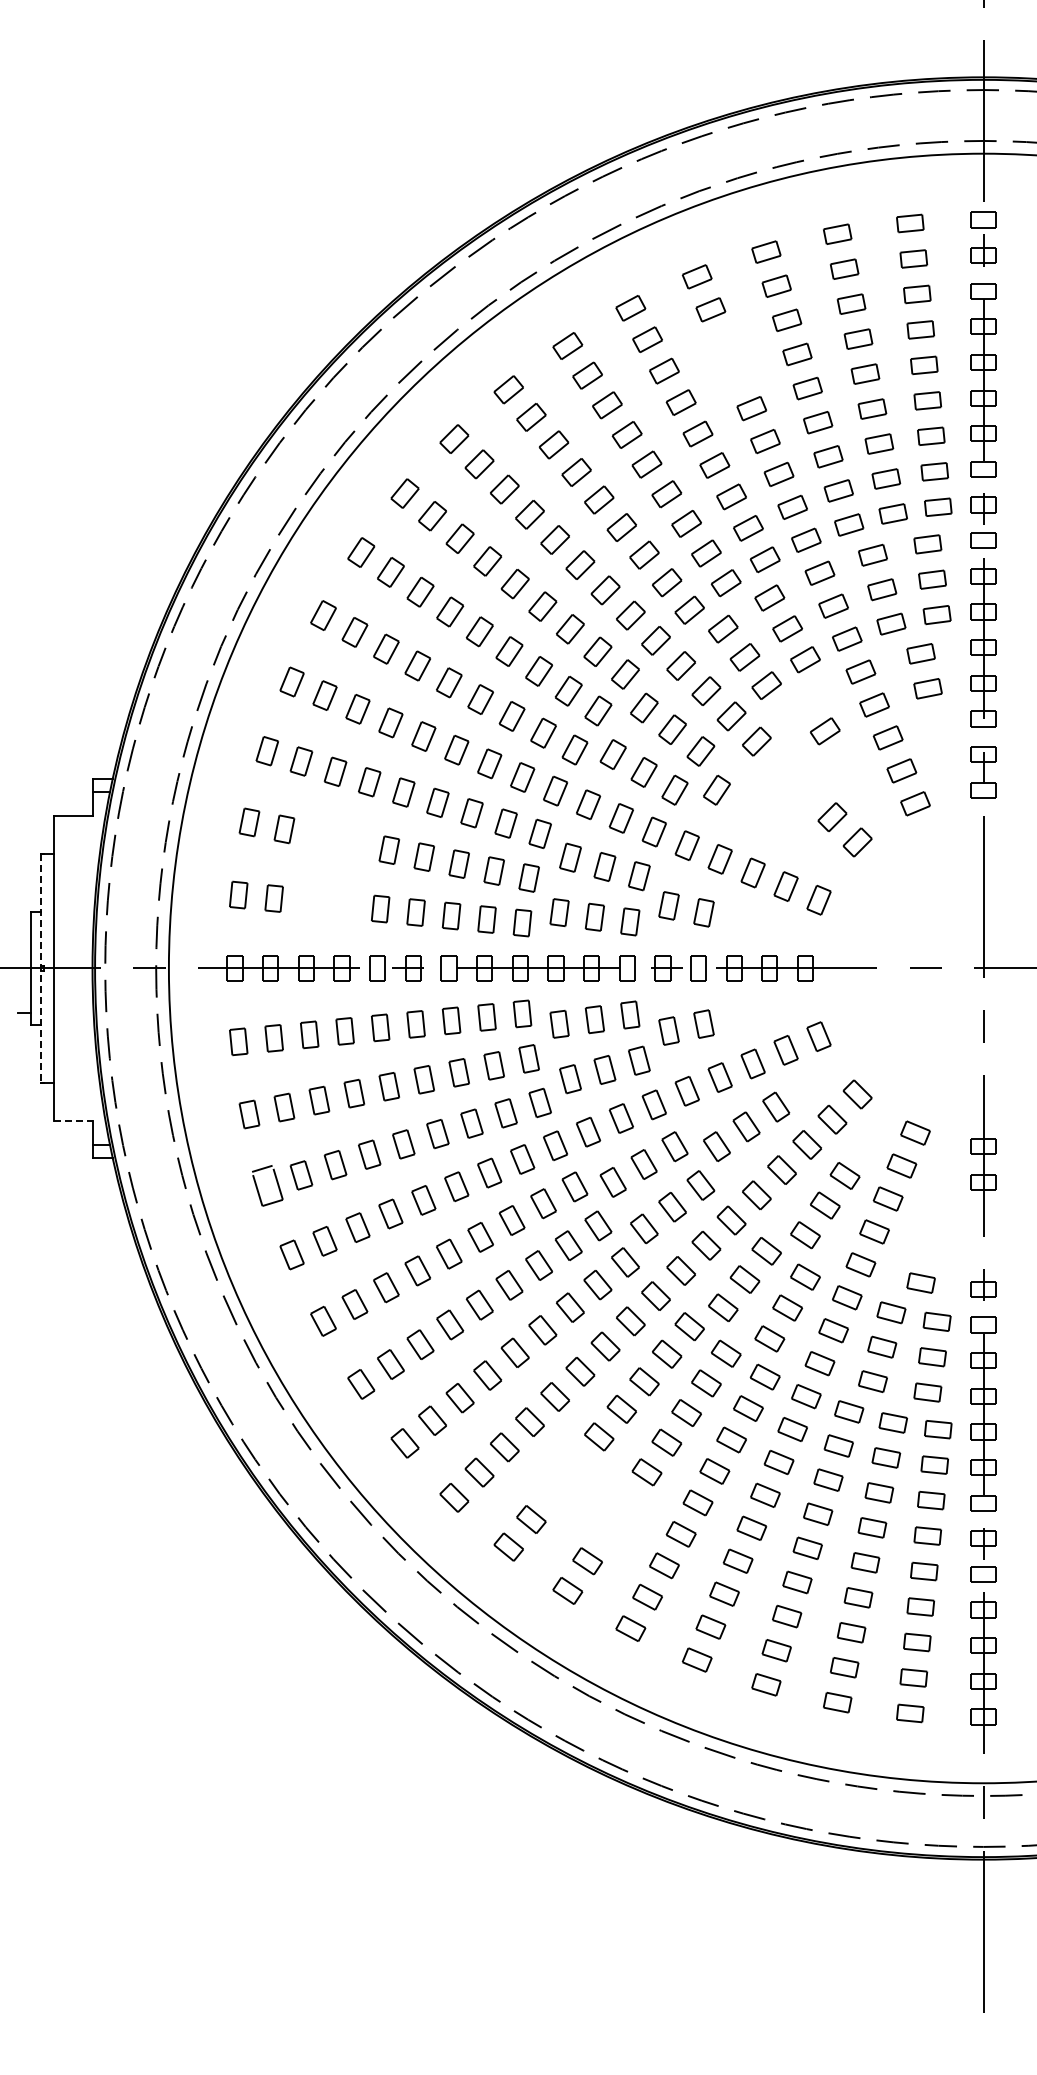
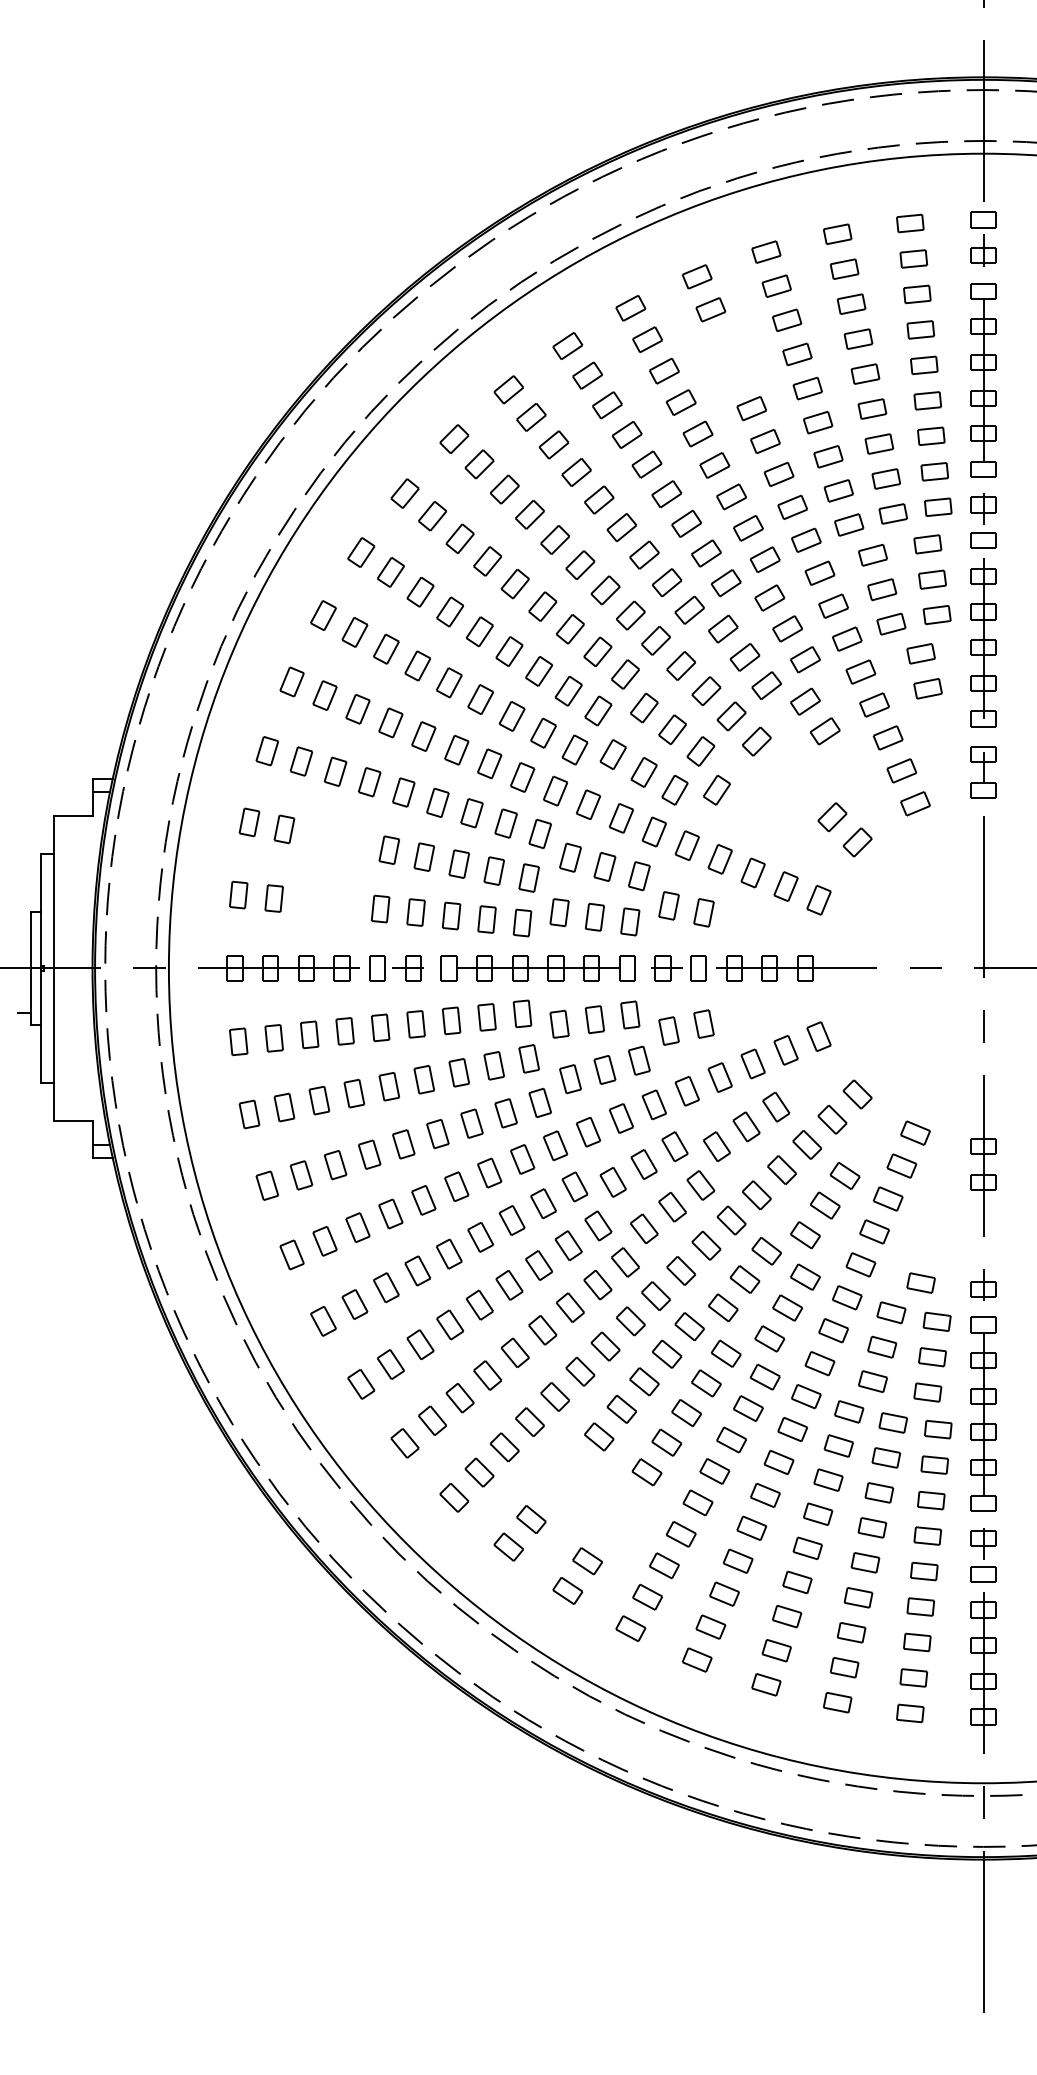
part at (805, 701): none -> present
line at (41, 968): dashed -> solid
line at (73, 1121): dashed -> solid
part at (267, 1185) size: 32x42 px -> 24x31 px
